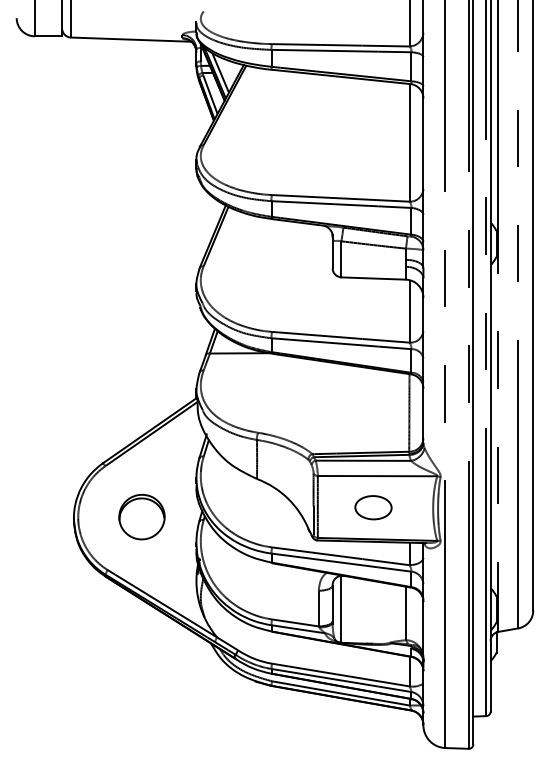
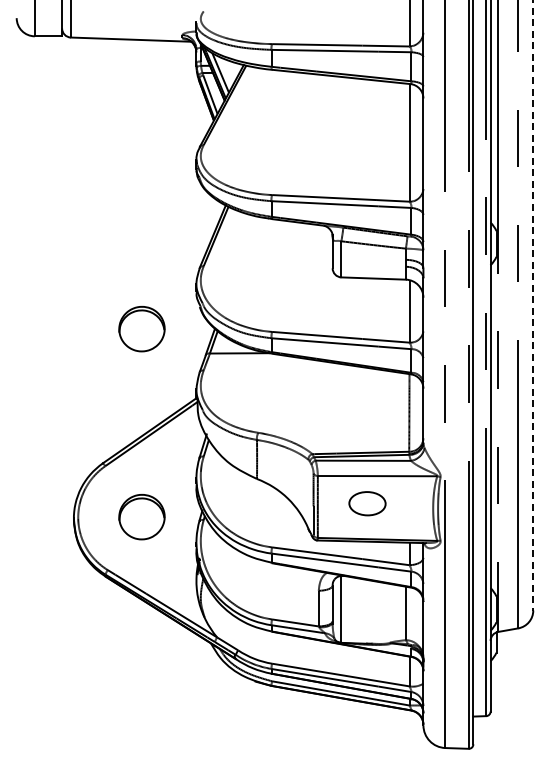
line at (533, 305): solid -> dashed
part at (141, 329): none -> present
part at (373, 507) position: (373, 507) -> (367, 503)
